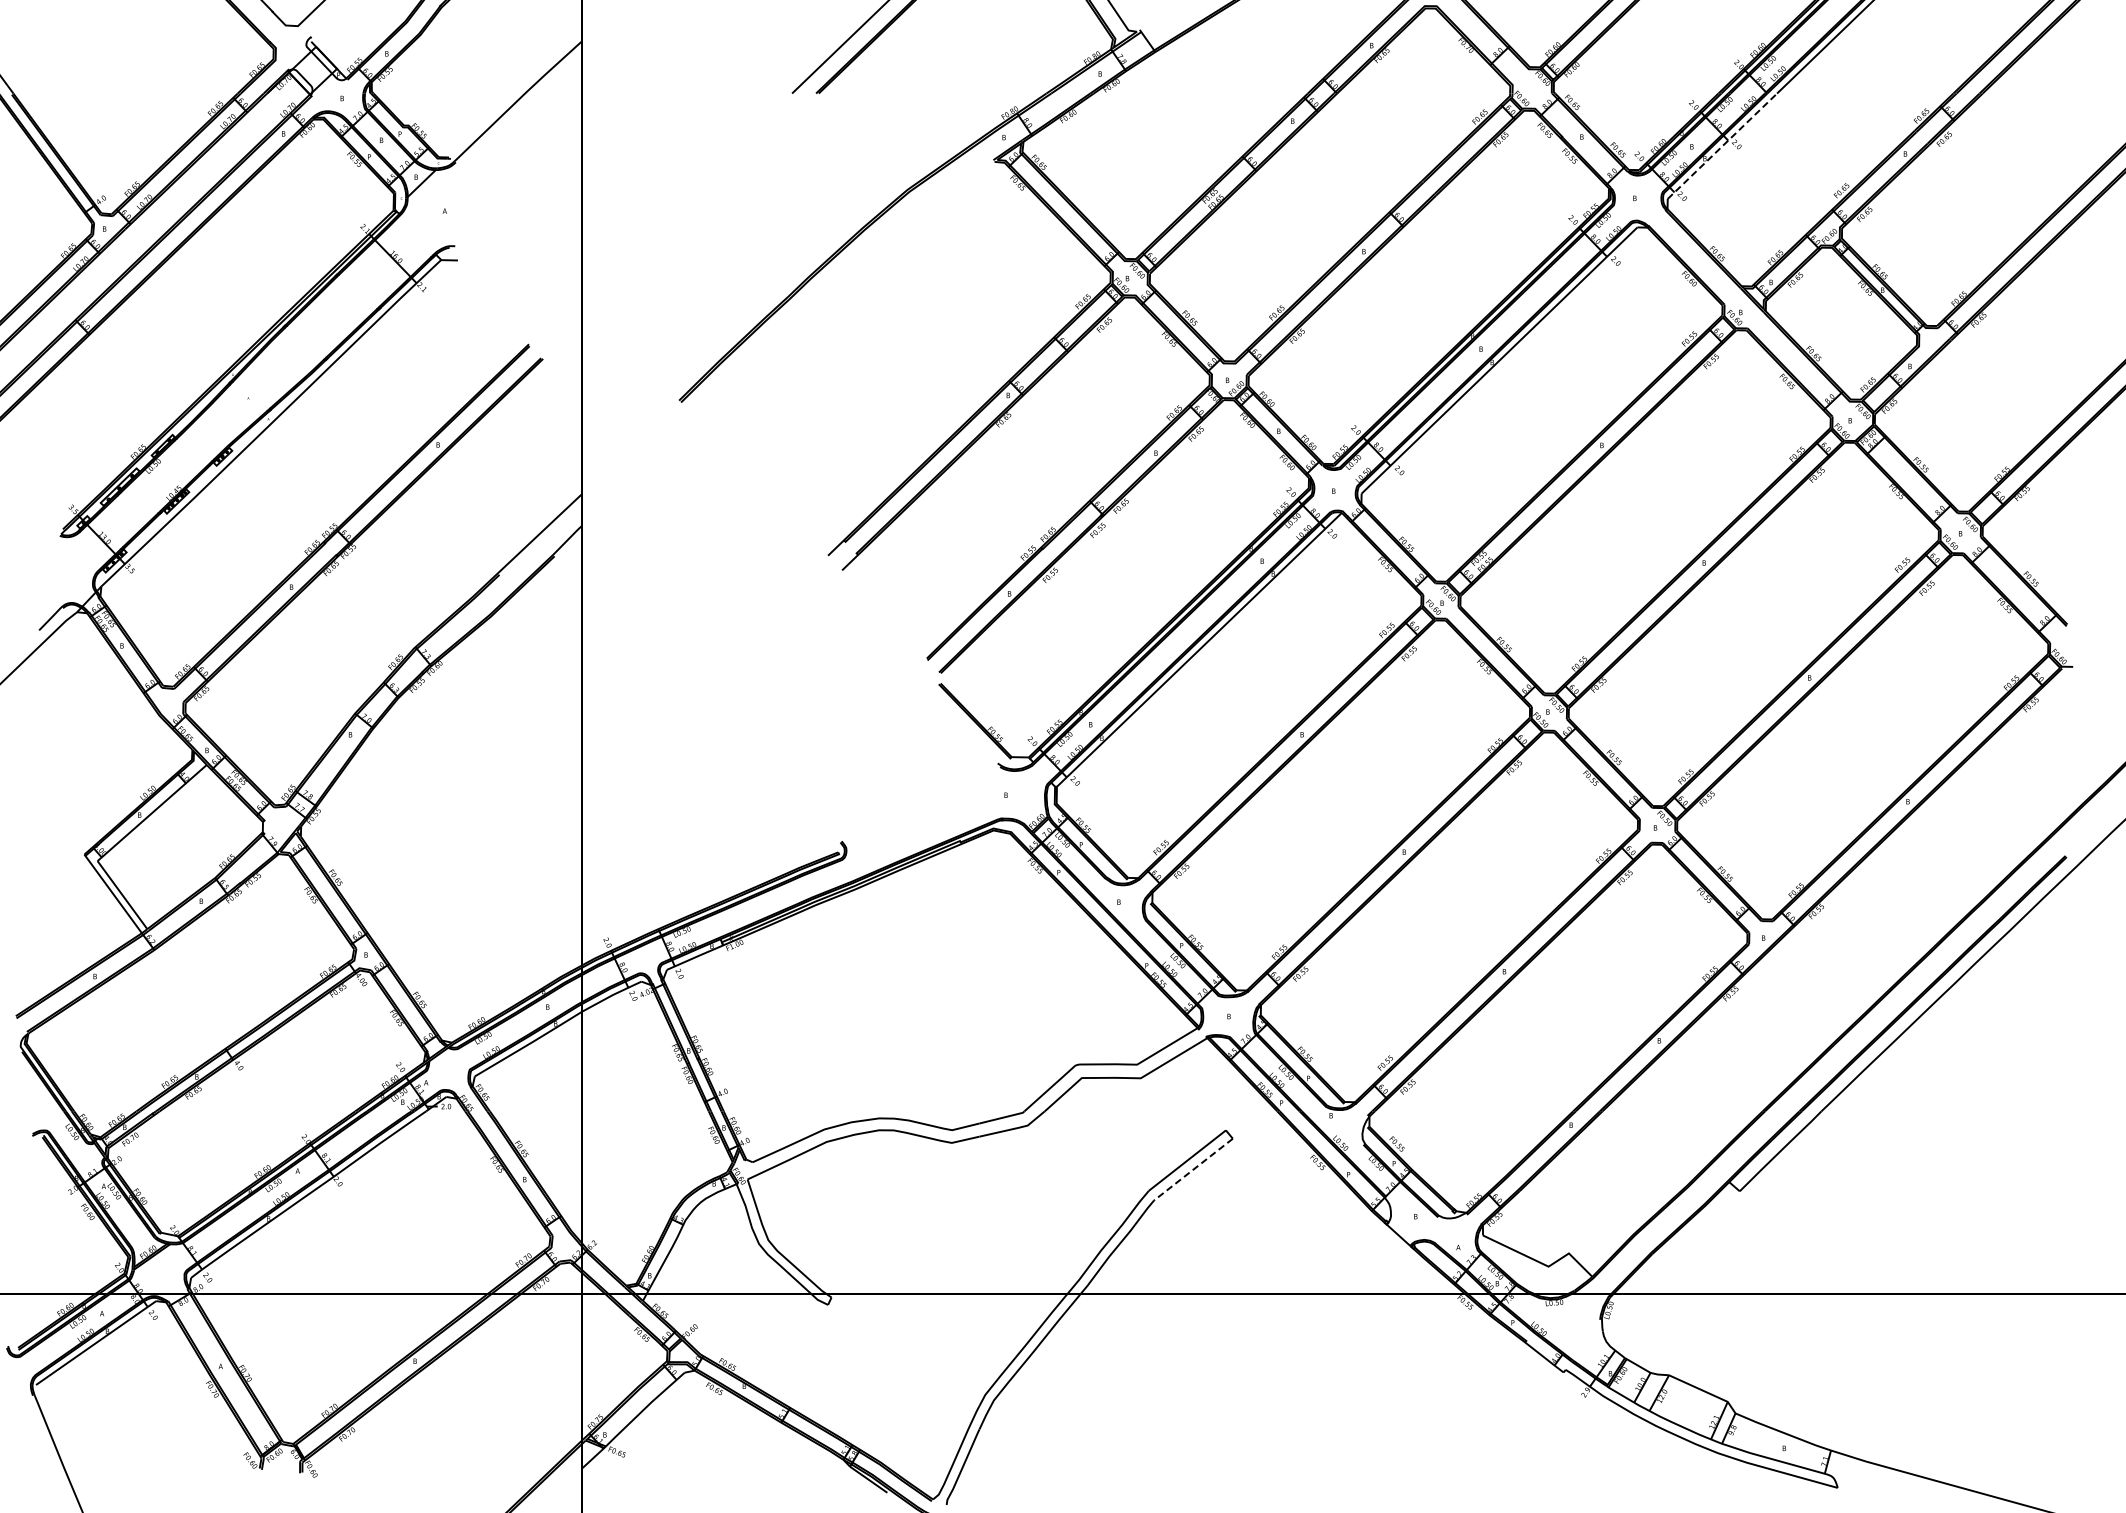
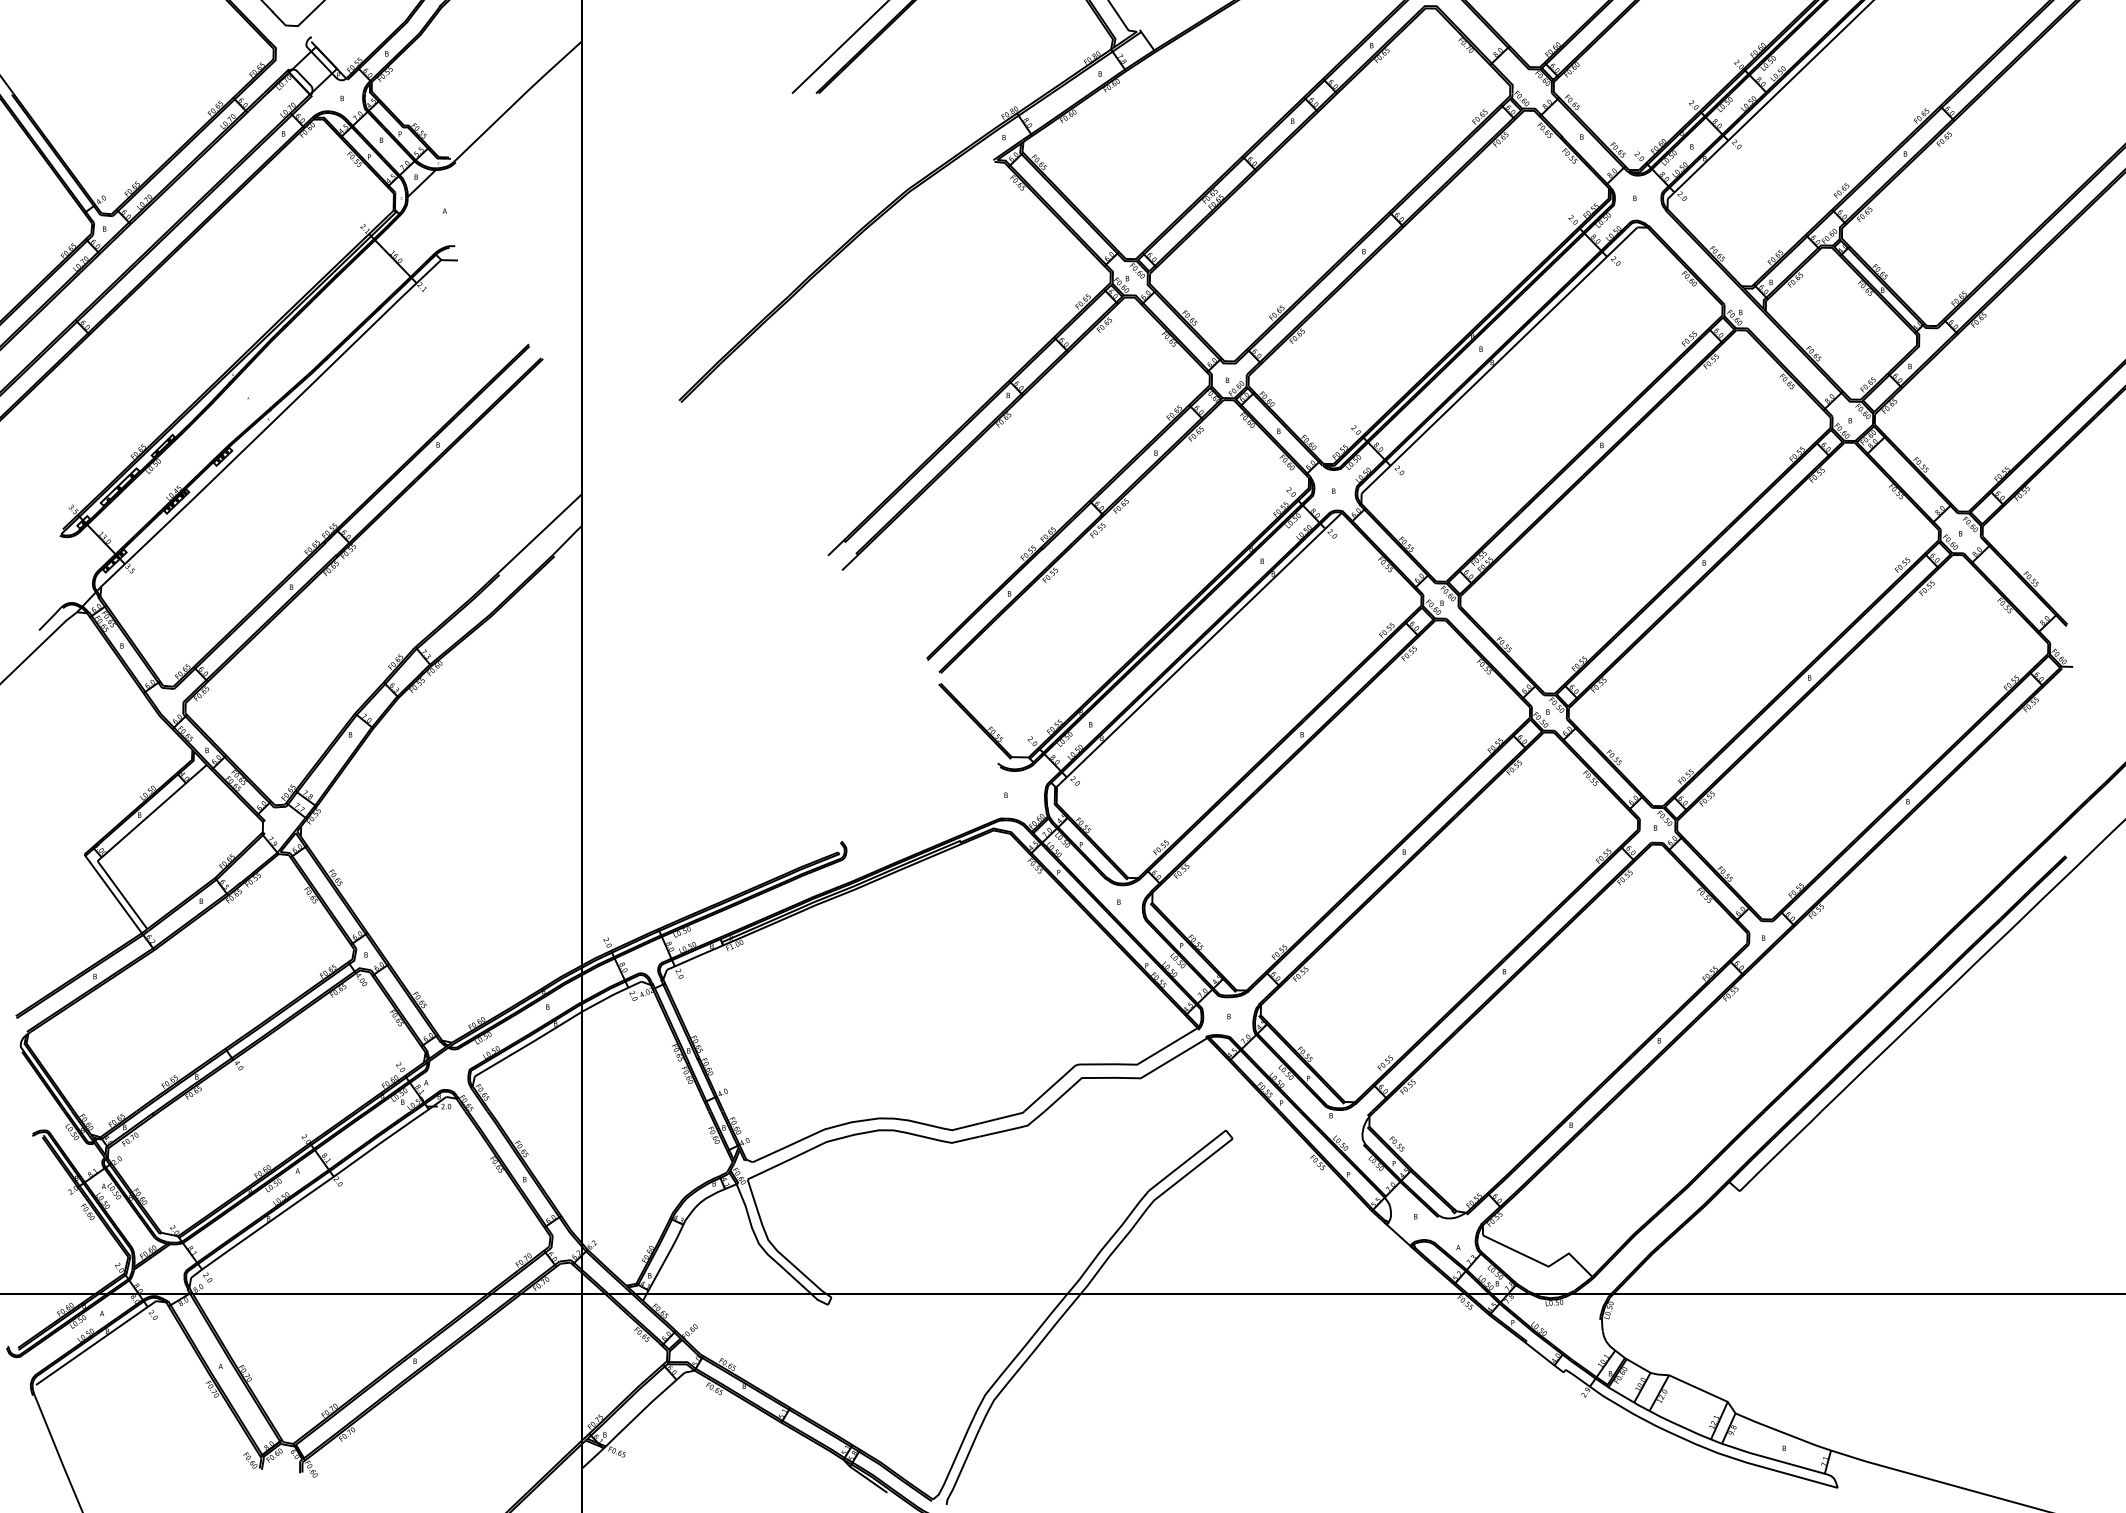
line at (1722, 146): dashed -> solid
line at (1193, 1169): dashed -> solid
